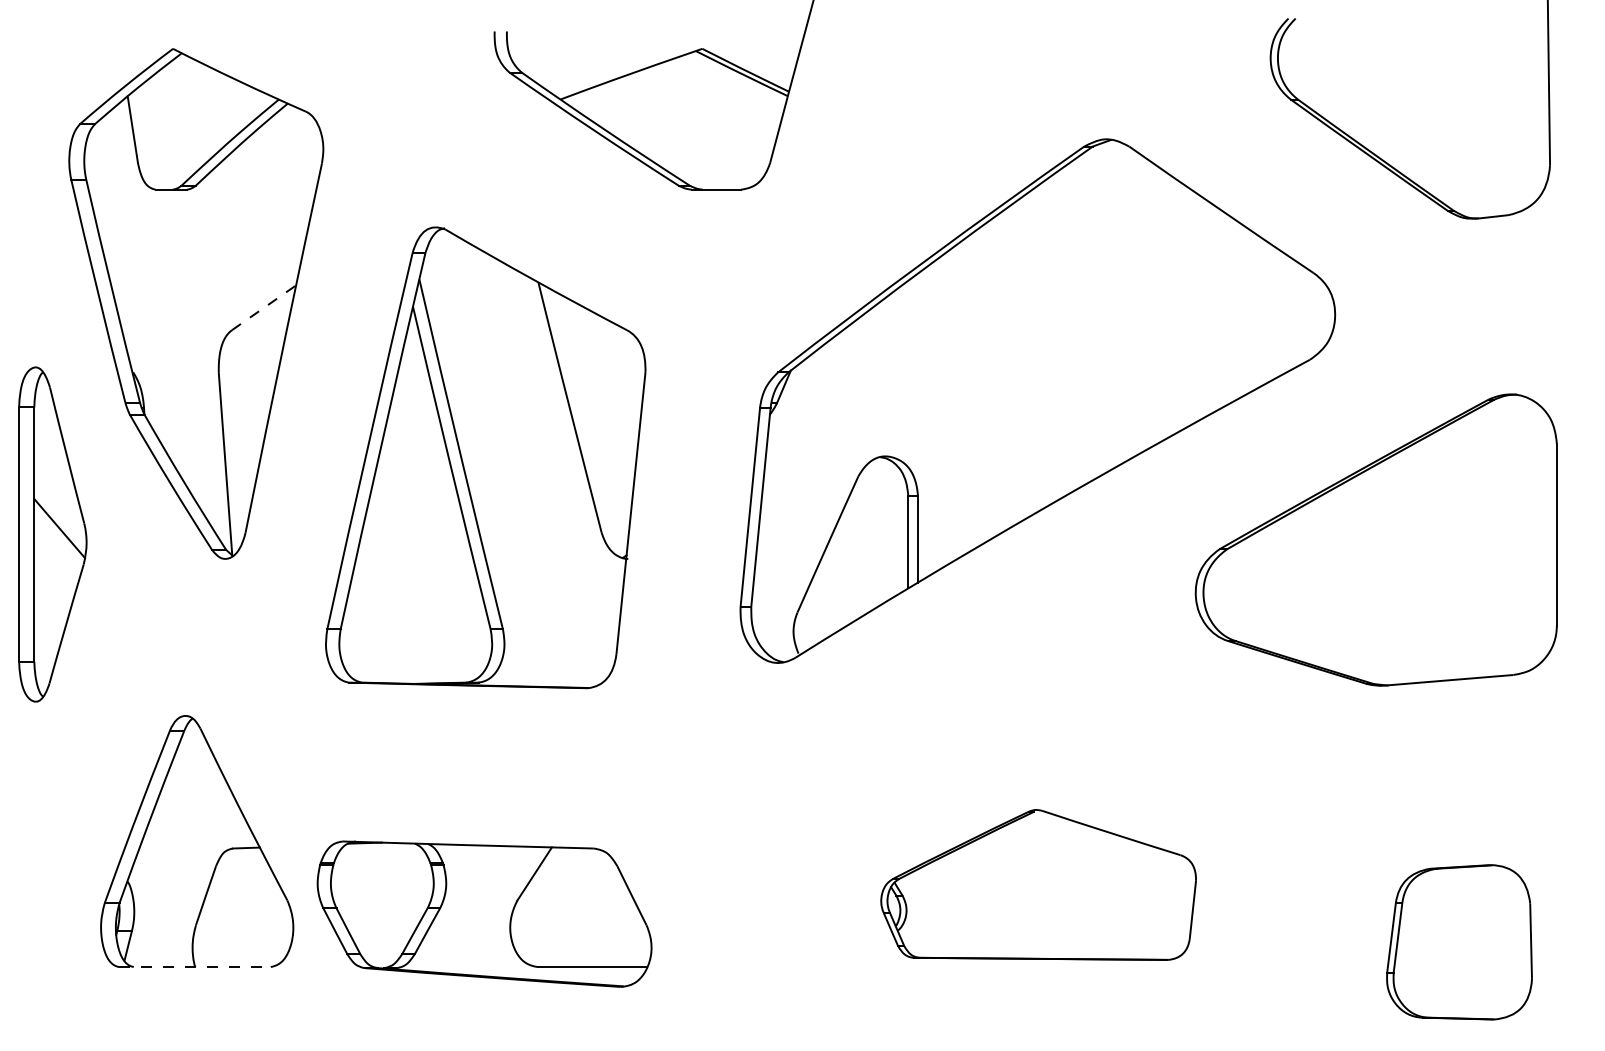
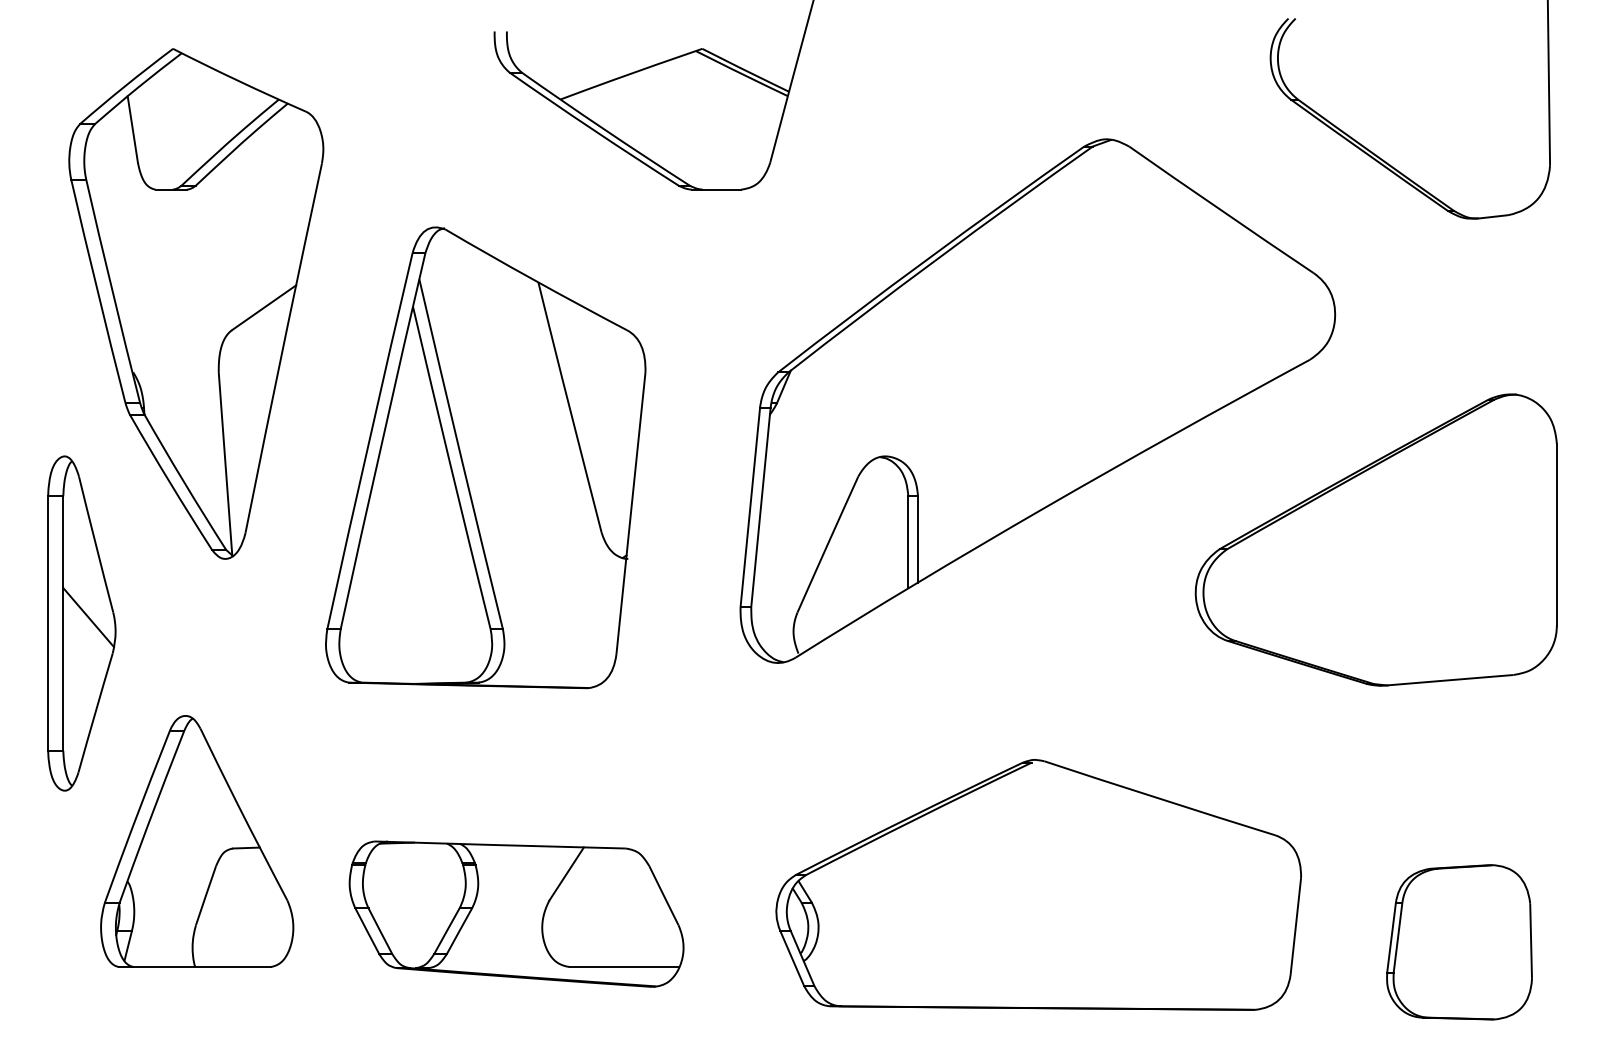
line at (264, 307): dashed -> solid
part at (52, 534) position: (52, 534) -> (81, 623)
part at (1038, 884) size: 317x152 px -> 527x252 px
part at (484, 913) position: (484, 913) -> (516, 913)
line at (194, 967): dashed -> solid
